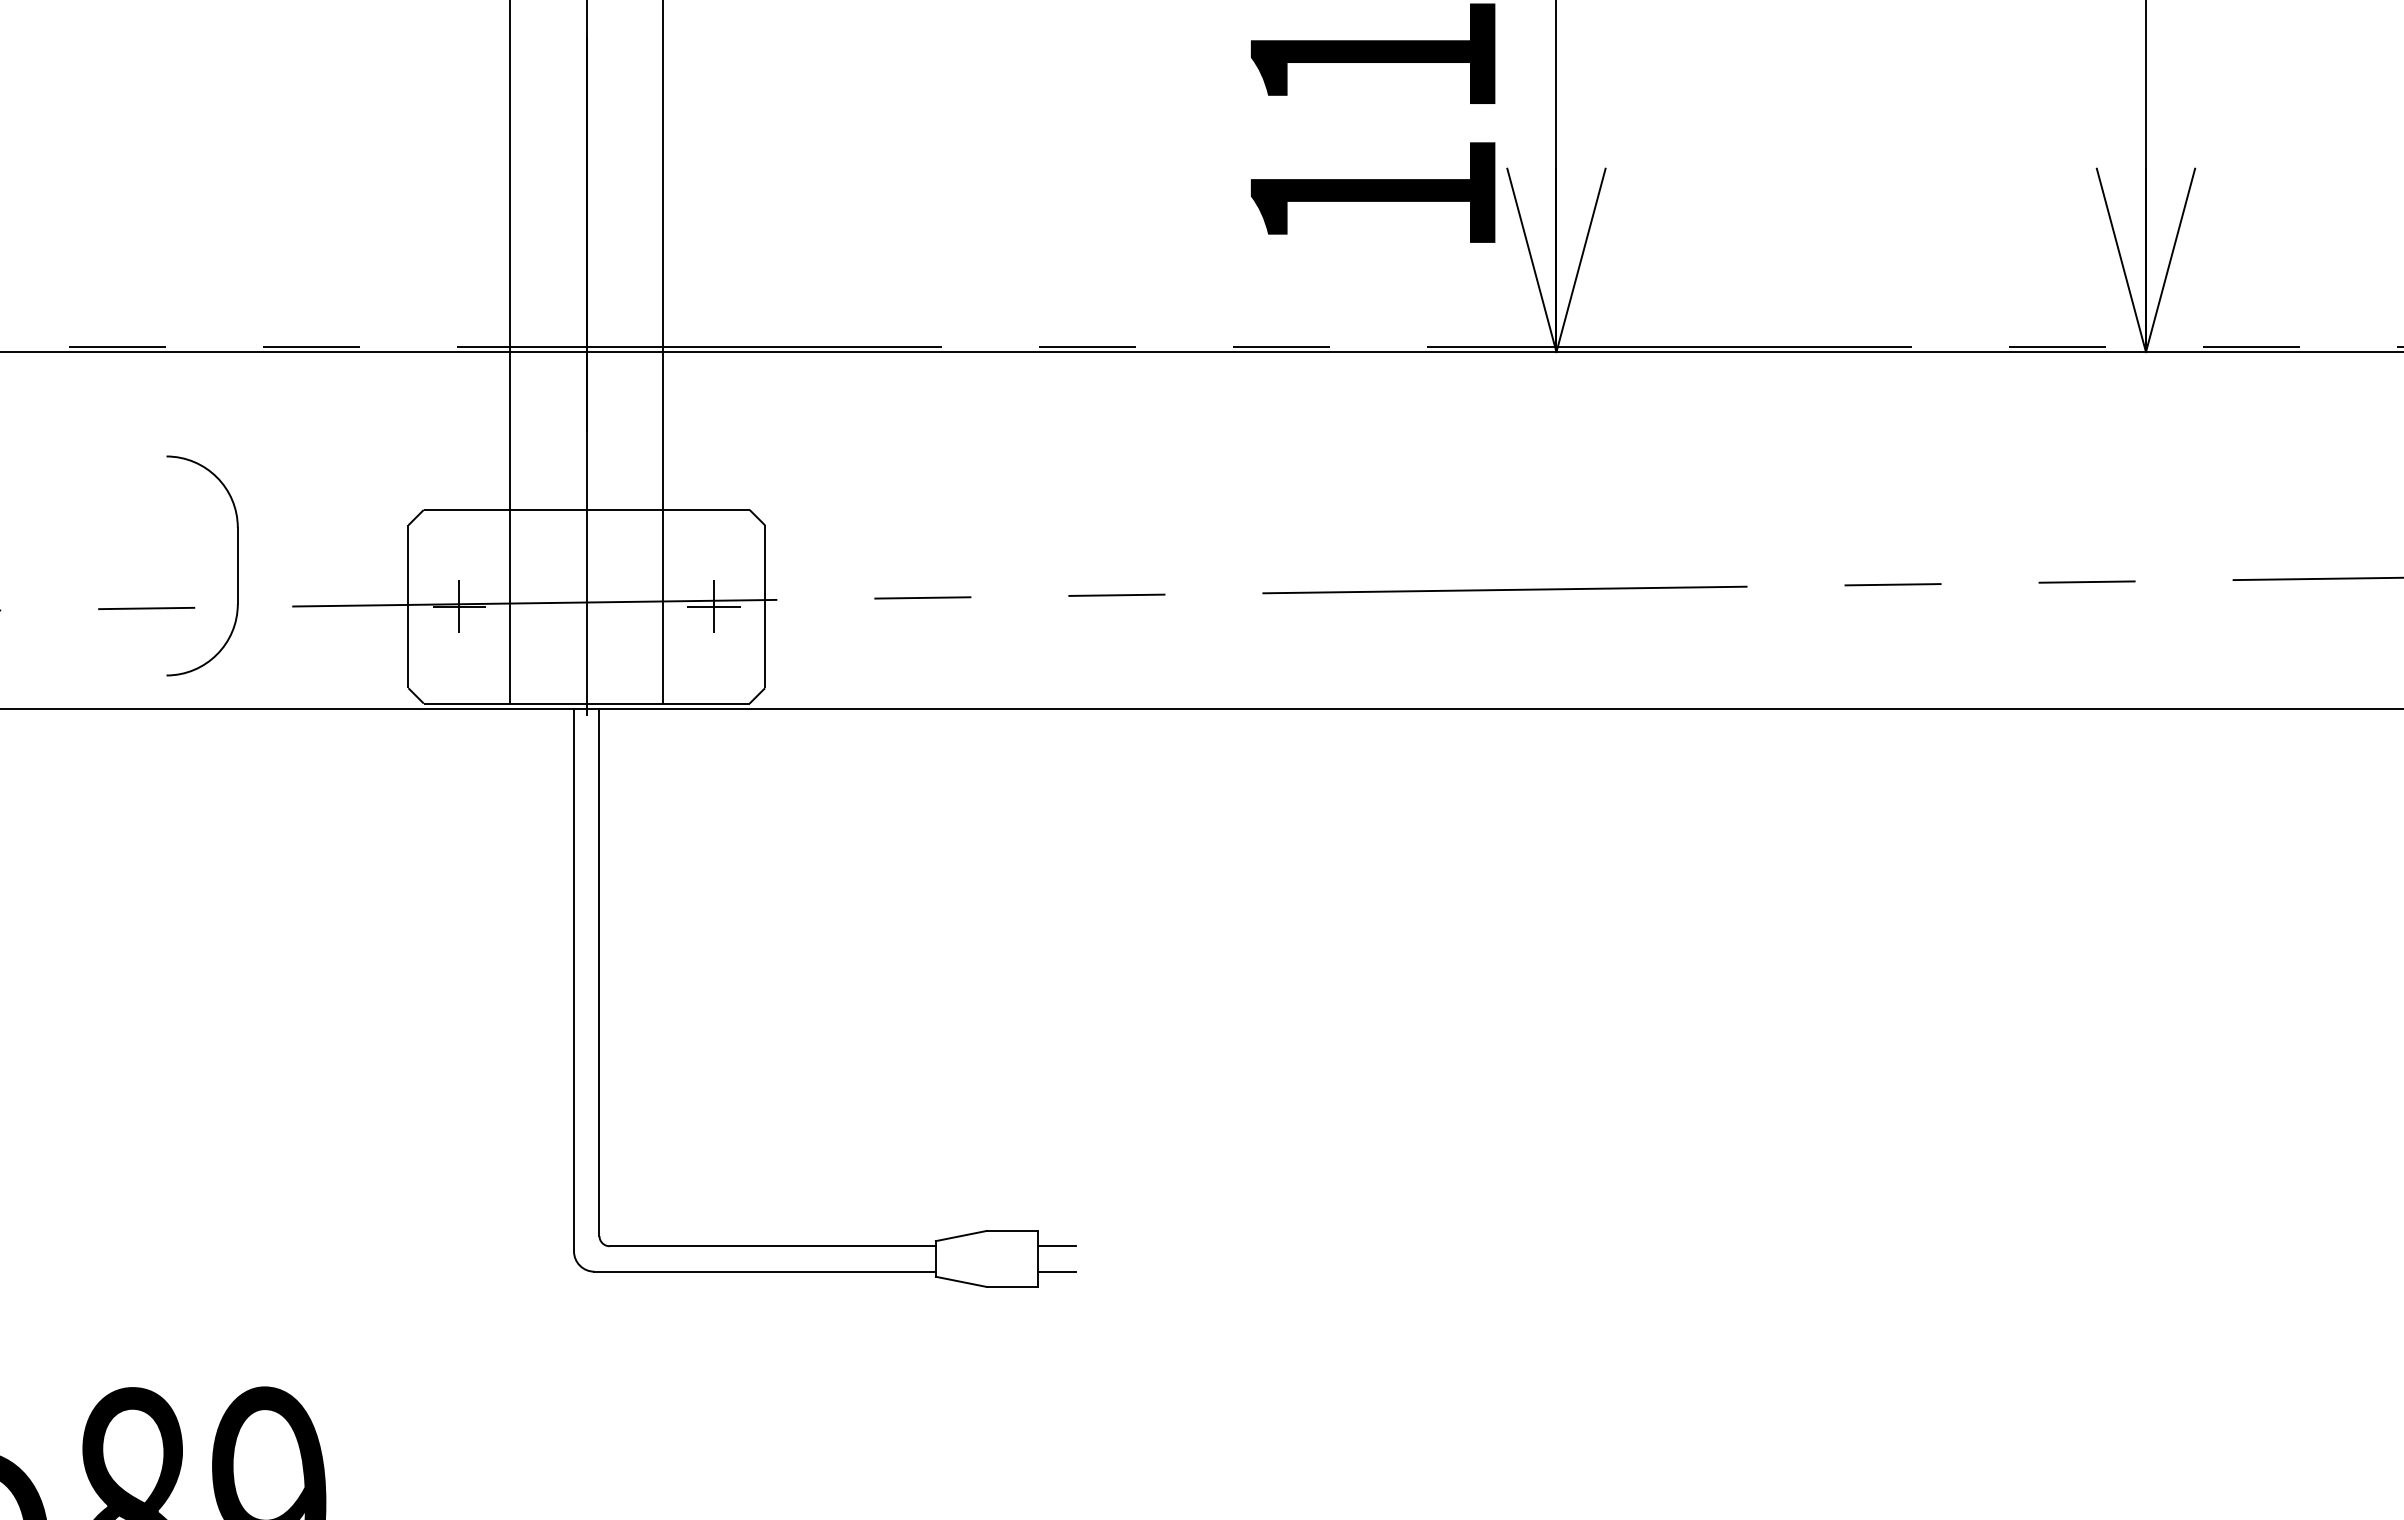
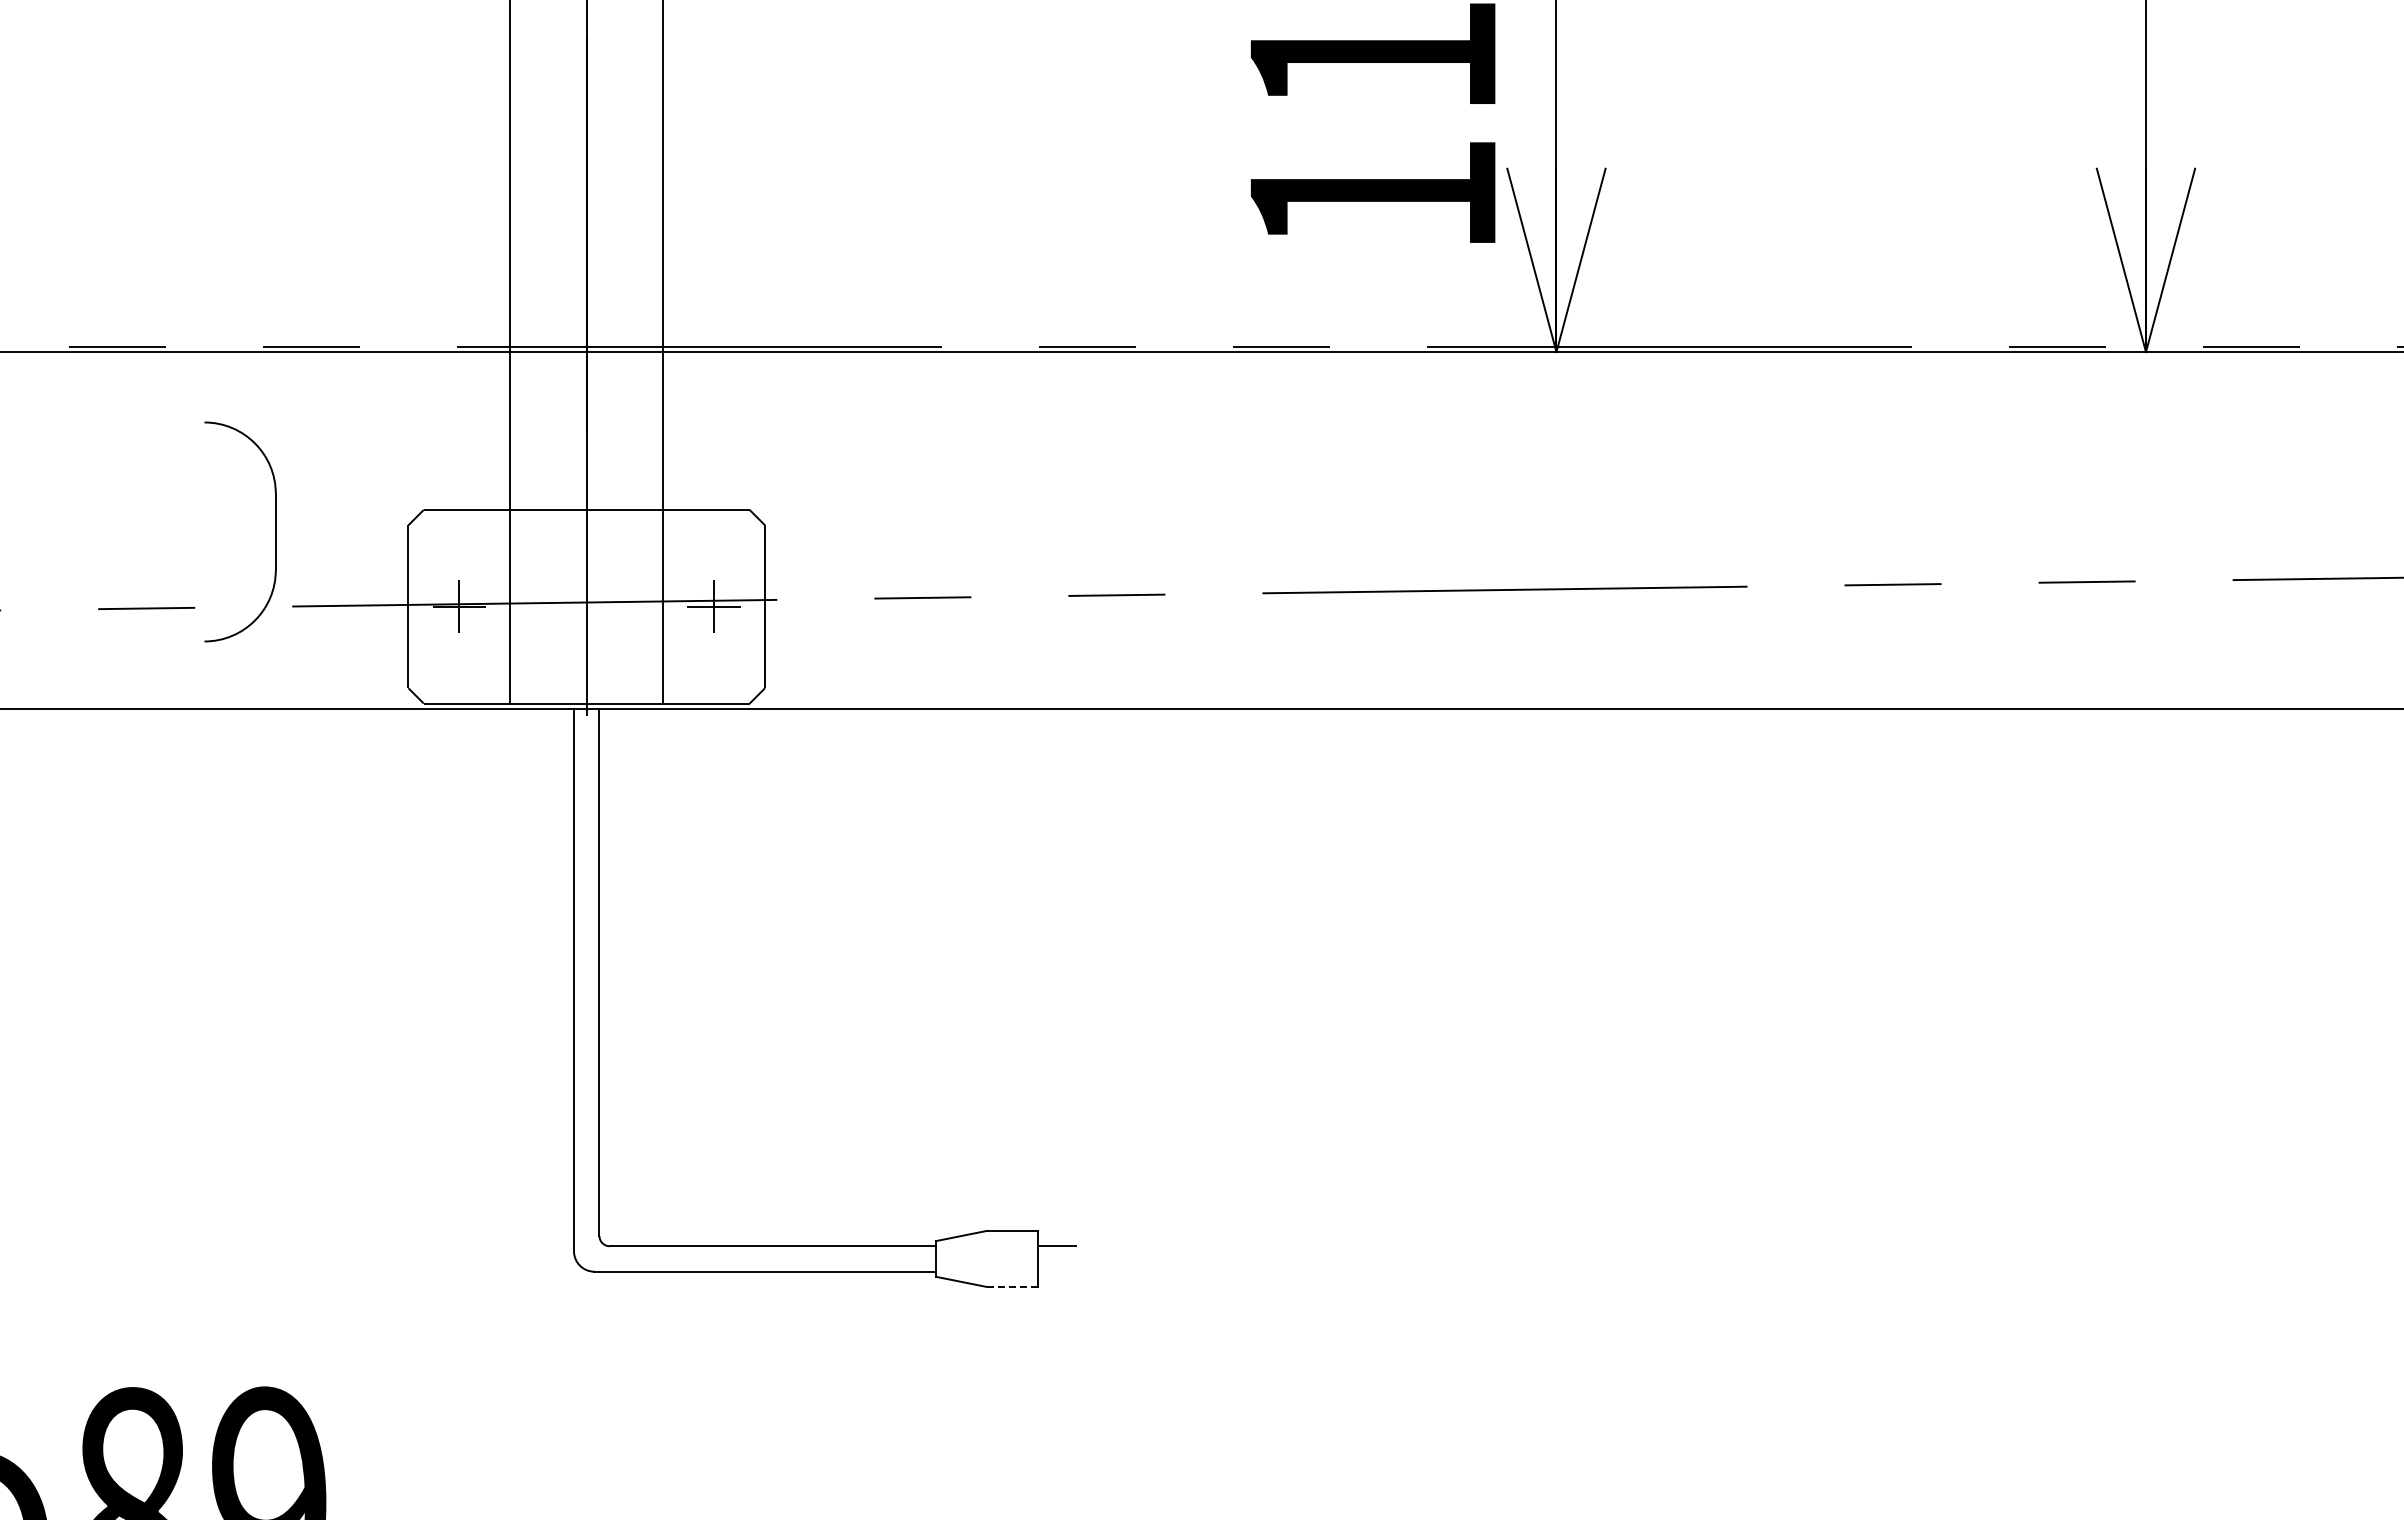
part at (237, 565) position: (237, 565) -> (275, 531)
line at (1056, 1271): present -> none
line at (1012, 1286): solid -> dashed
